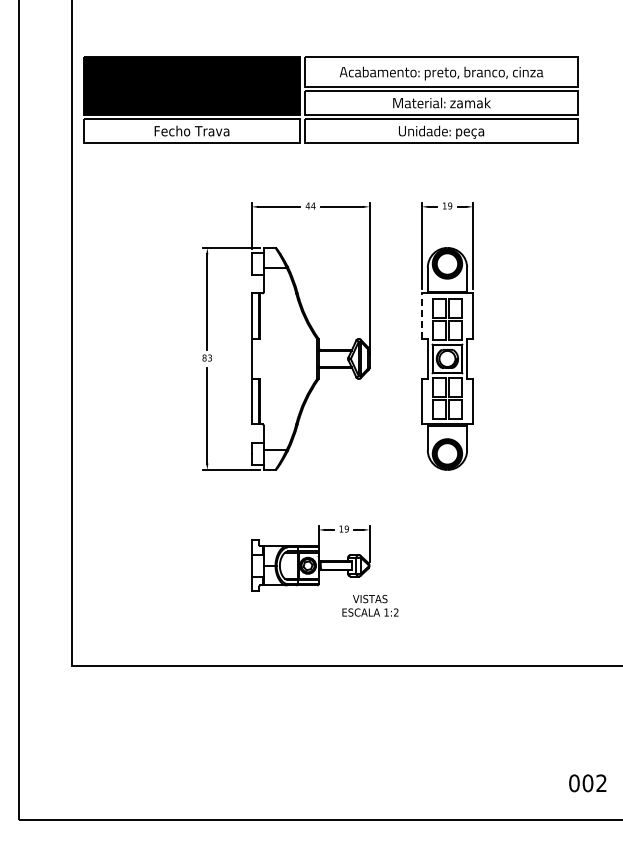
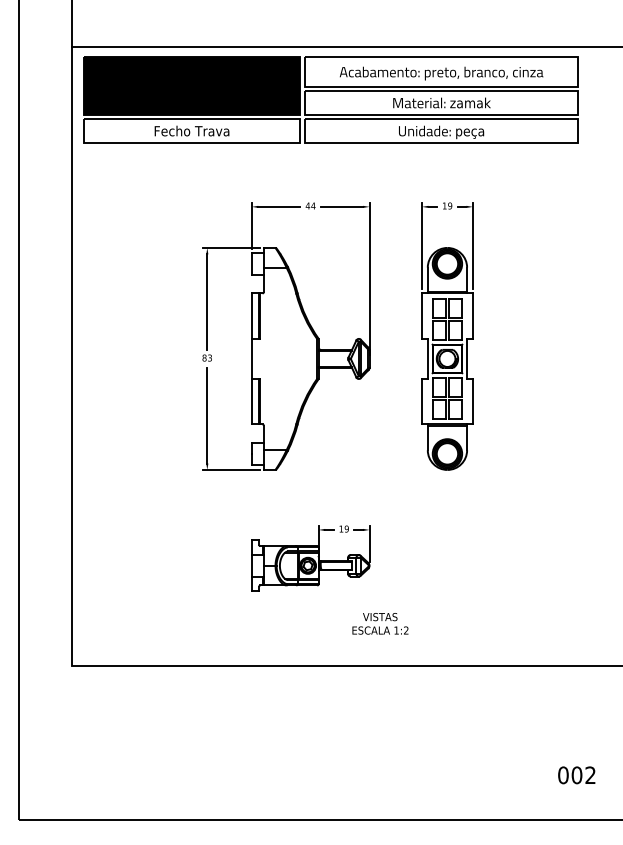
line at (345, 46): none -> present
line at (422, 316): dashed -> solid
text at (370, 605) position: (370, 605) -> (380, 623)
text at (587, 783) position: (587, 783) -> (576, 775)
